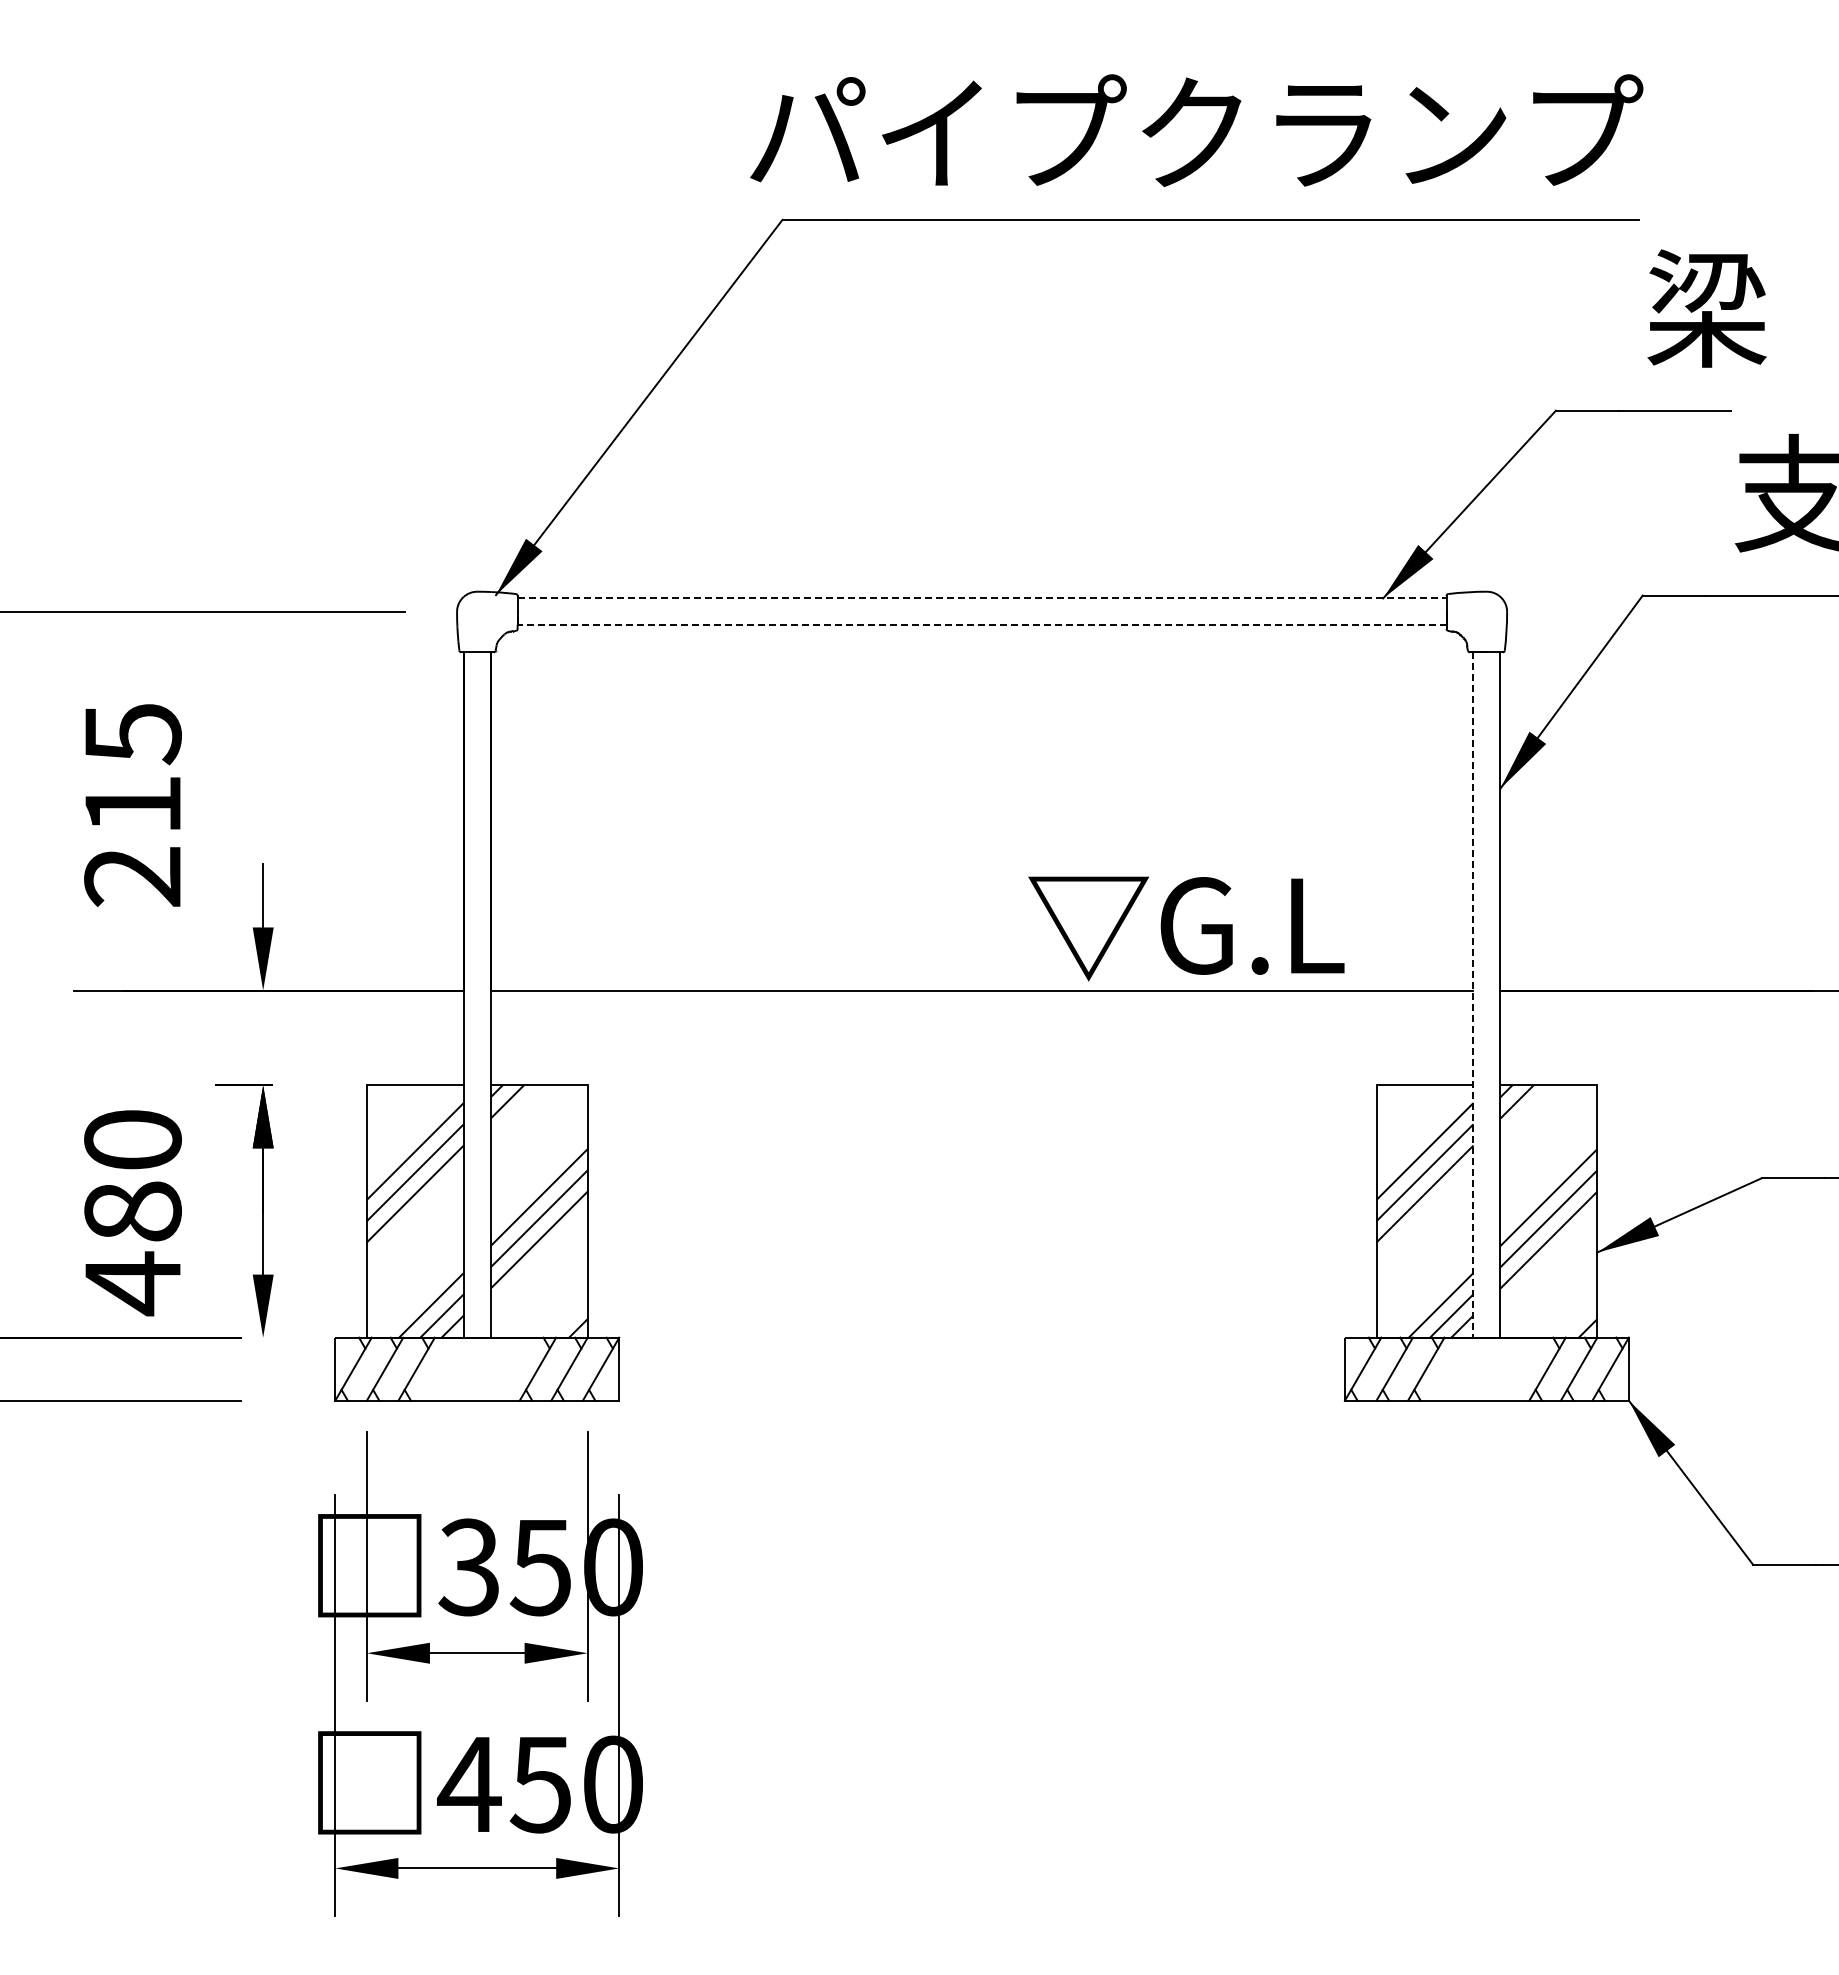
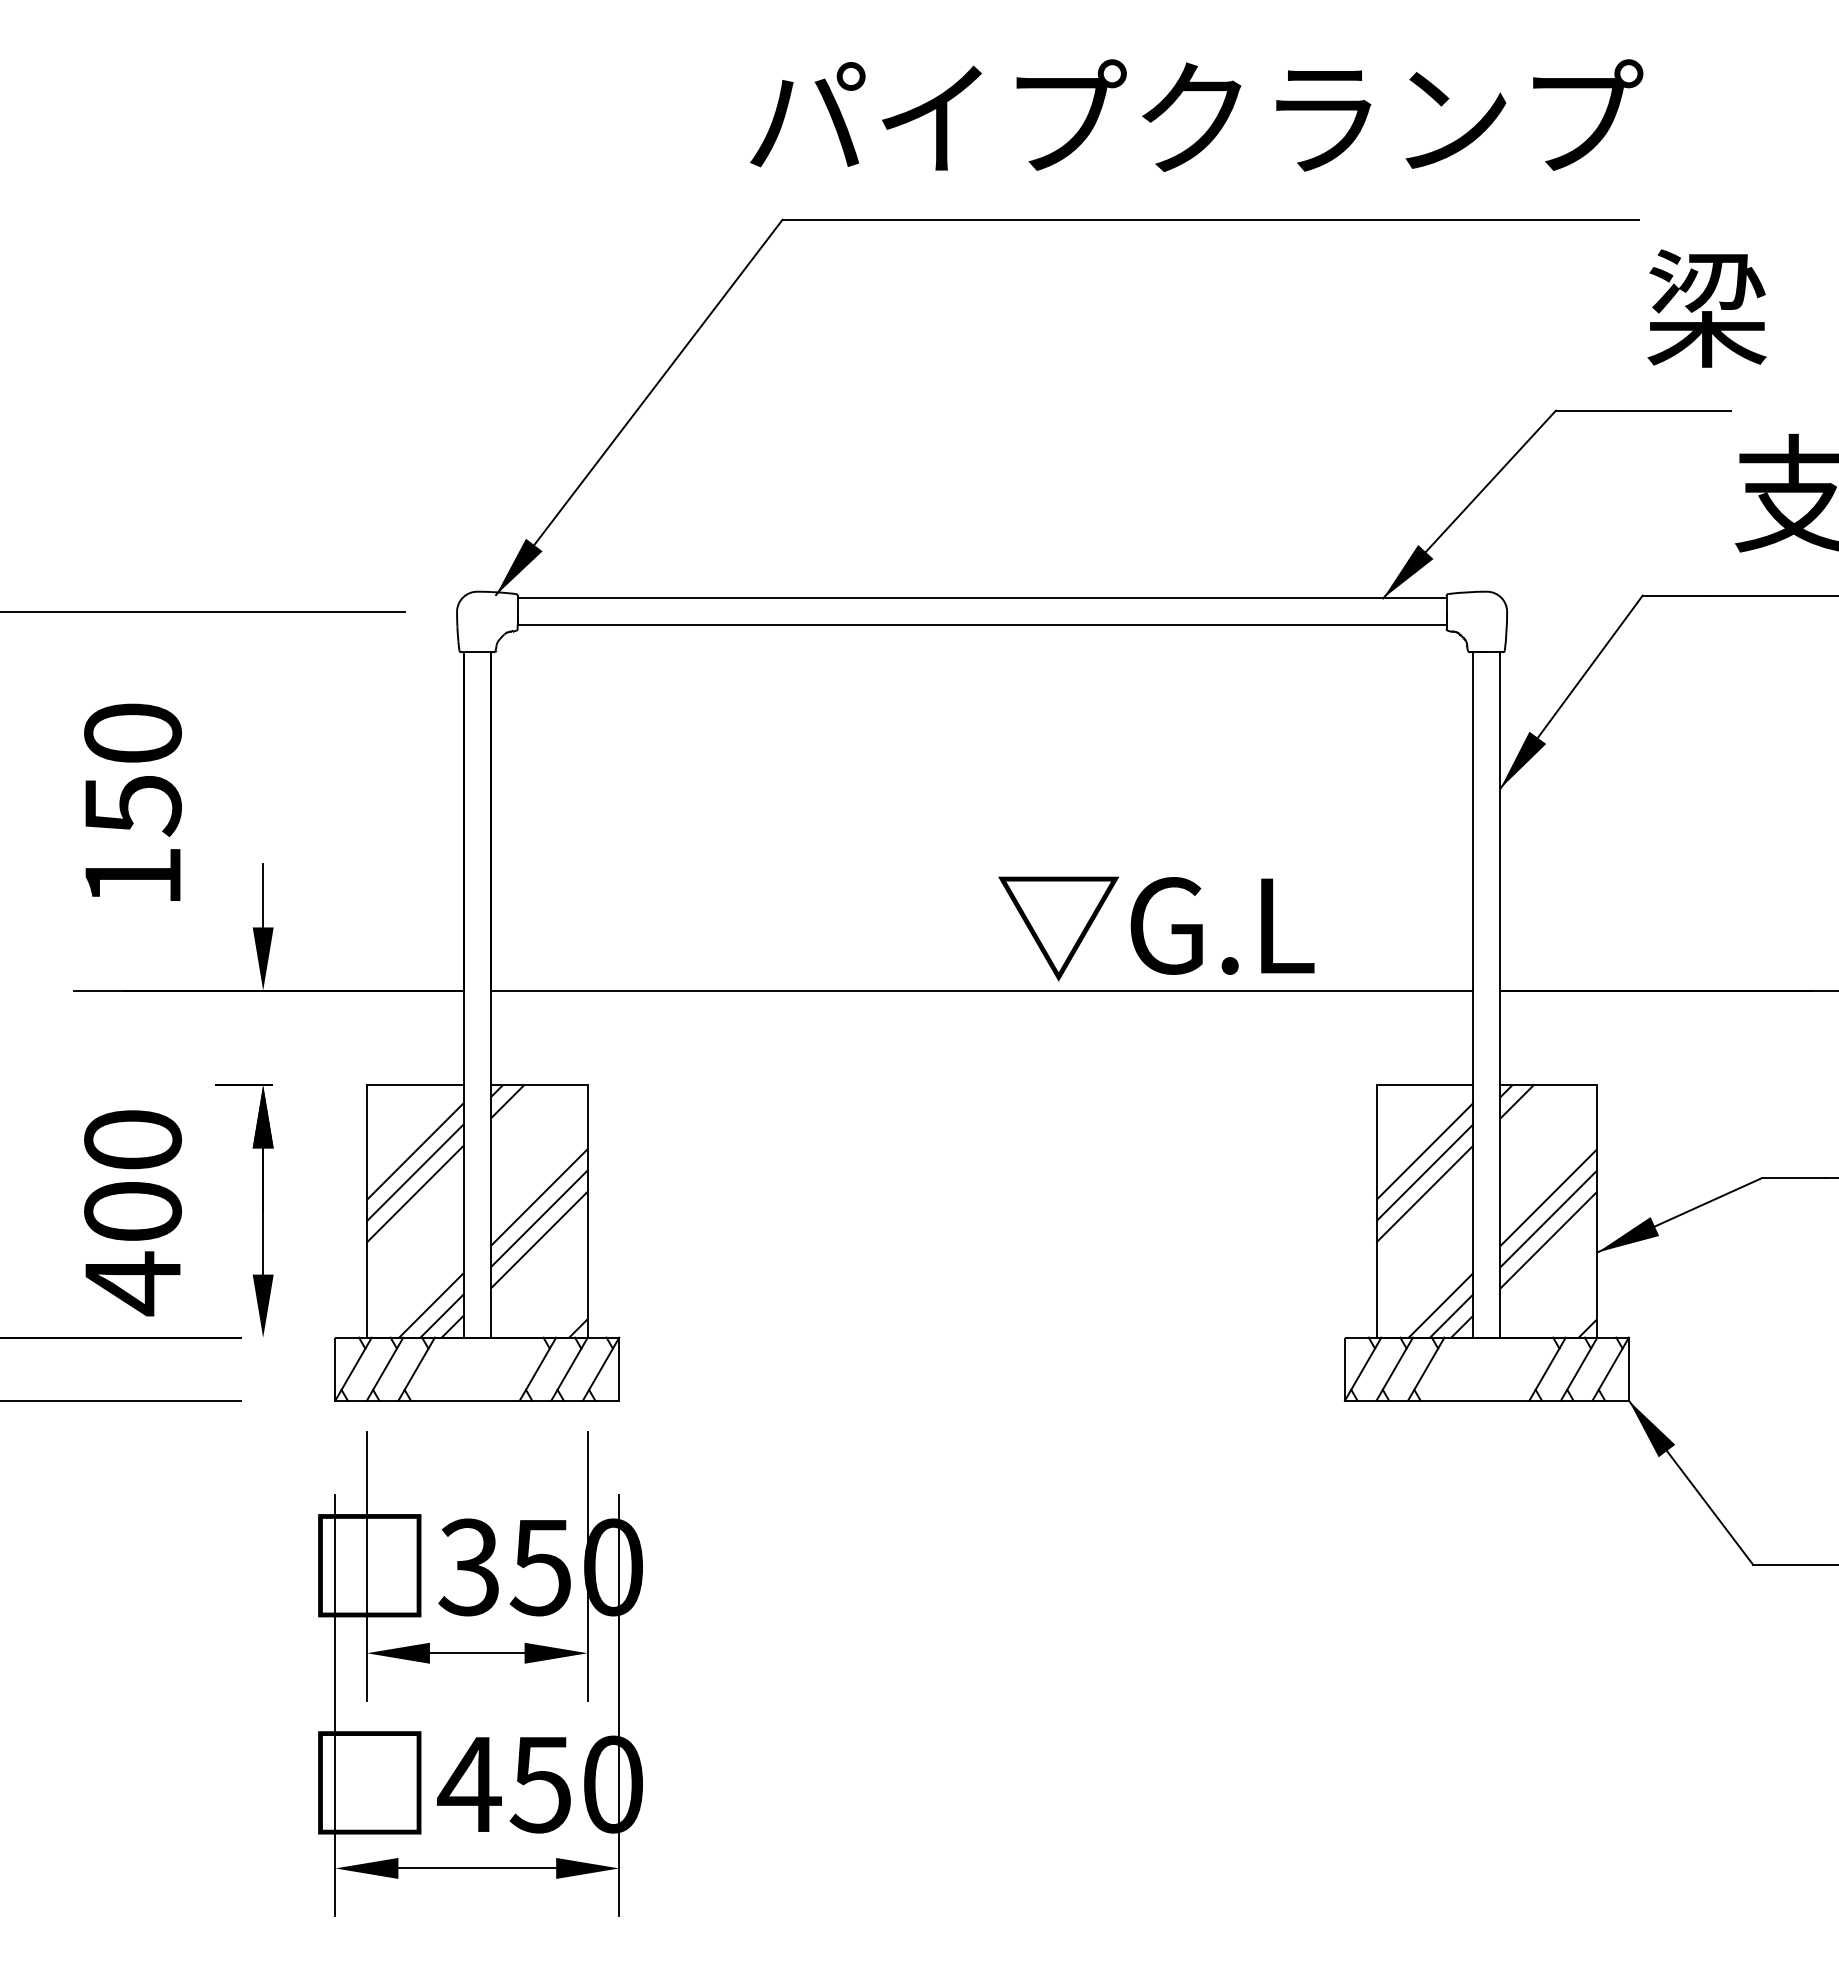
text at (1196, 130) position: (1196, 130) -> (1196, 115)
line at (982, 598): dashed -> solid
line at (981, 625): dashed -> solid
text at (132, 804): 215 -> 150
text at (1186, 928) position: (1186, 928) -> (1156, 928)
line at (1473, 994): dashed -> solid
text at (132, 1211): 480 -> 400
